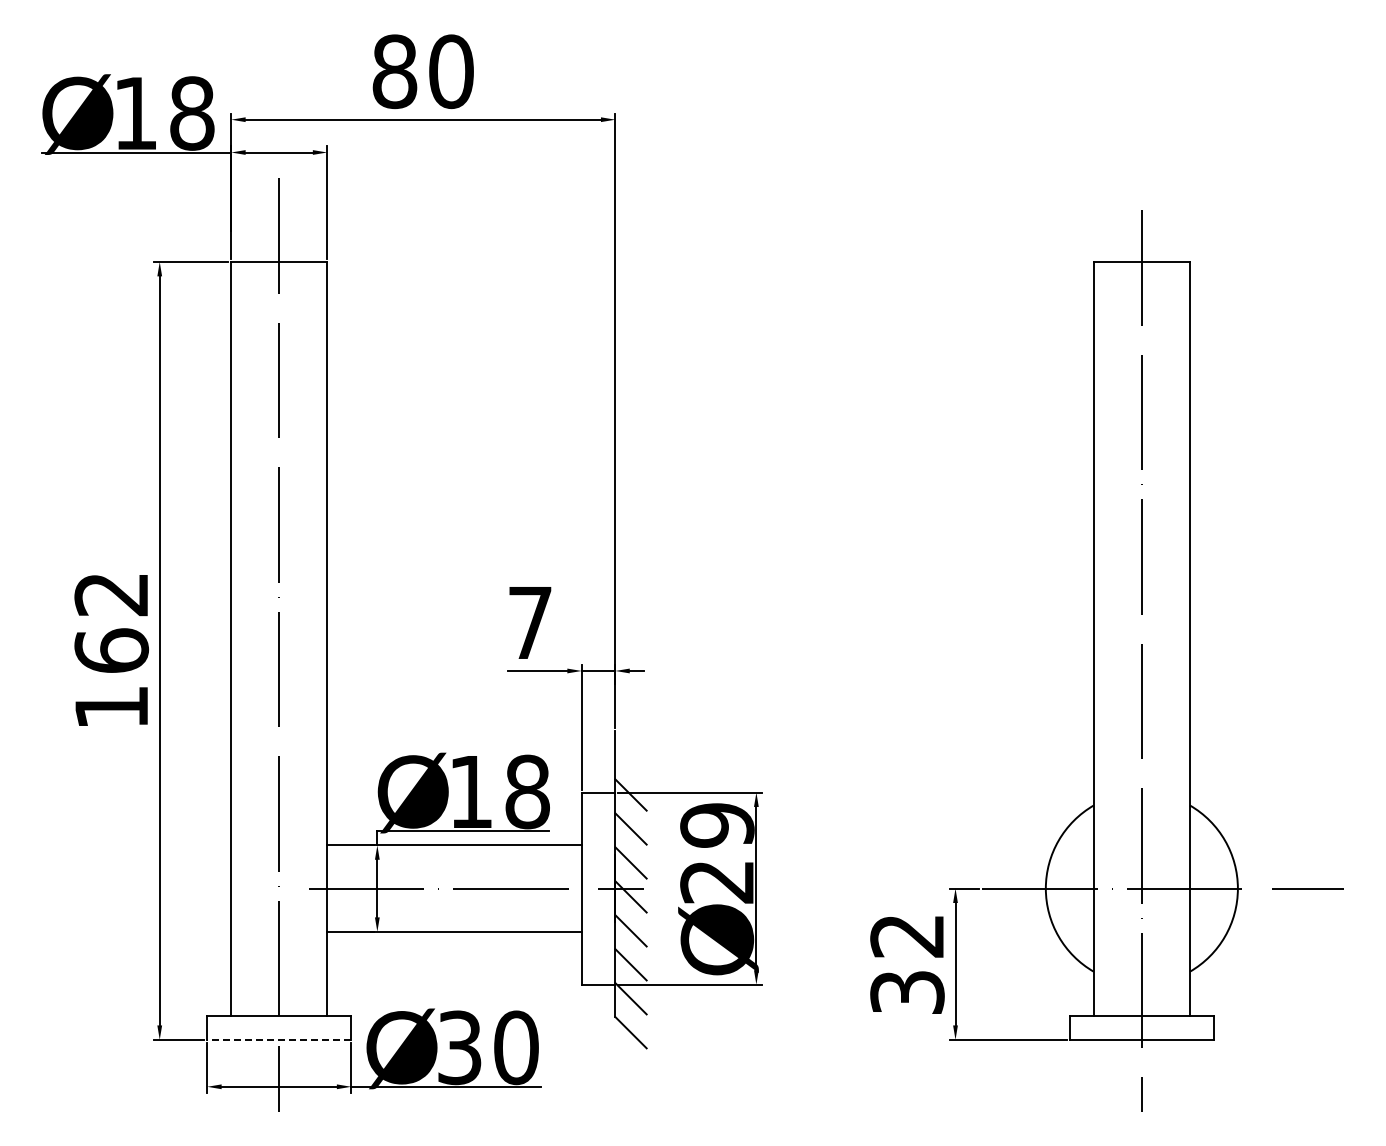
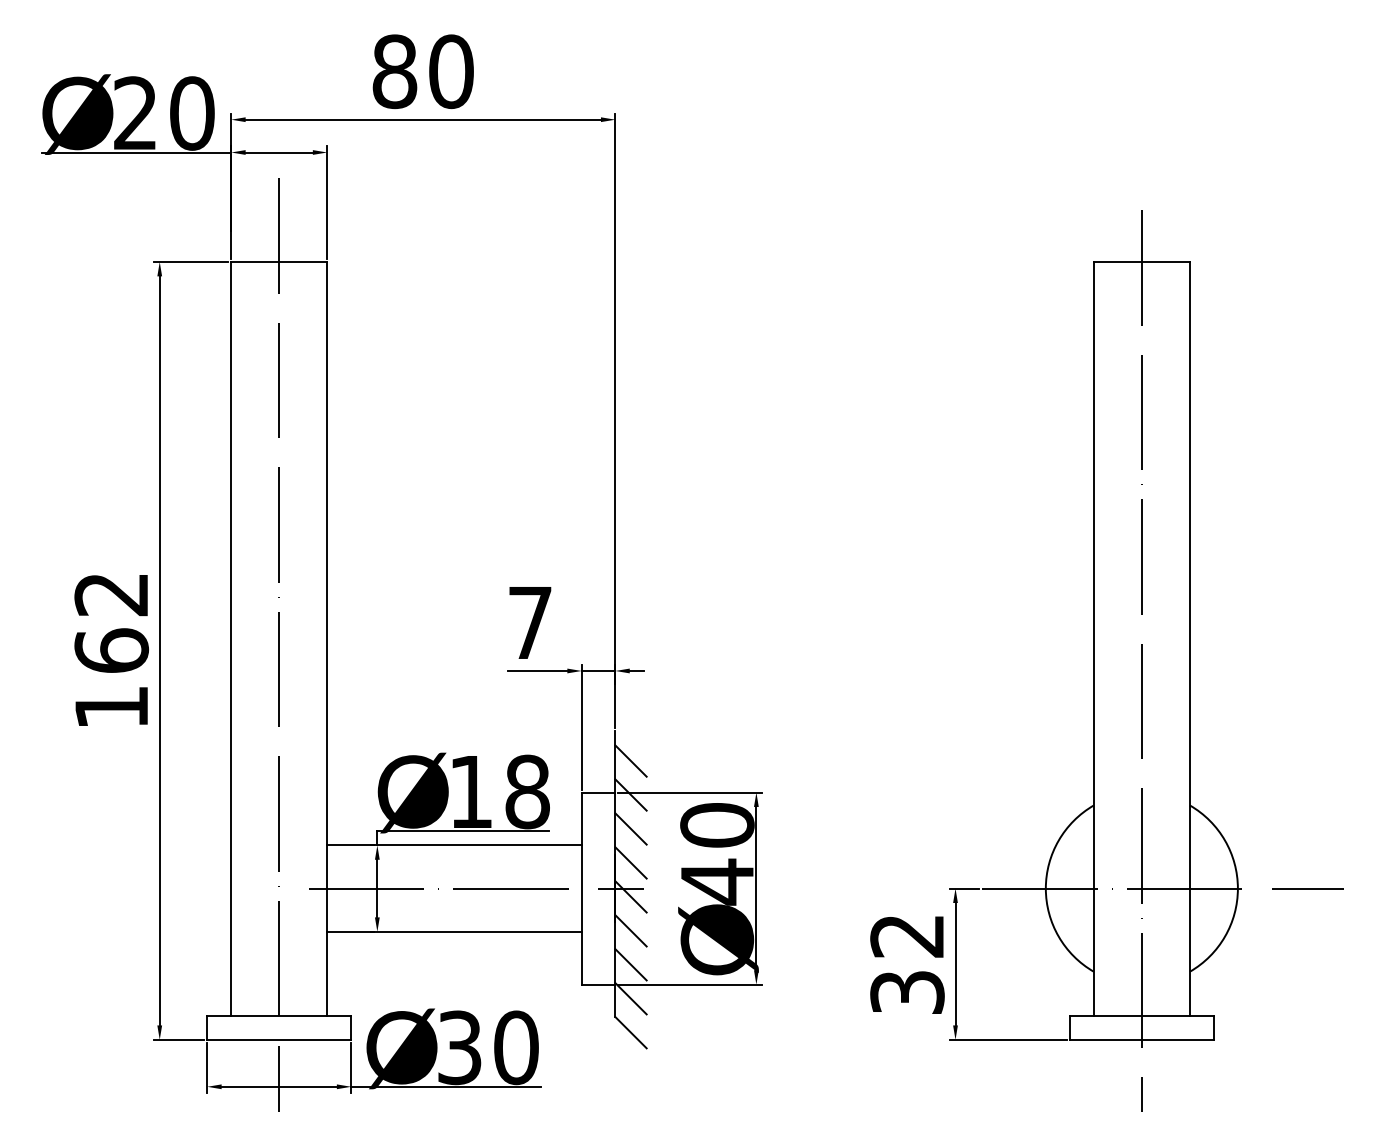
text at (164, 113): 18 -> 20
line at (630, 760): none -> present
text at (717, 854): 29 -> 40
line at (278, 1039): dashed -> solid
